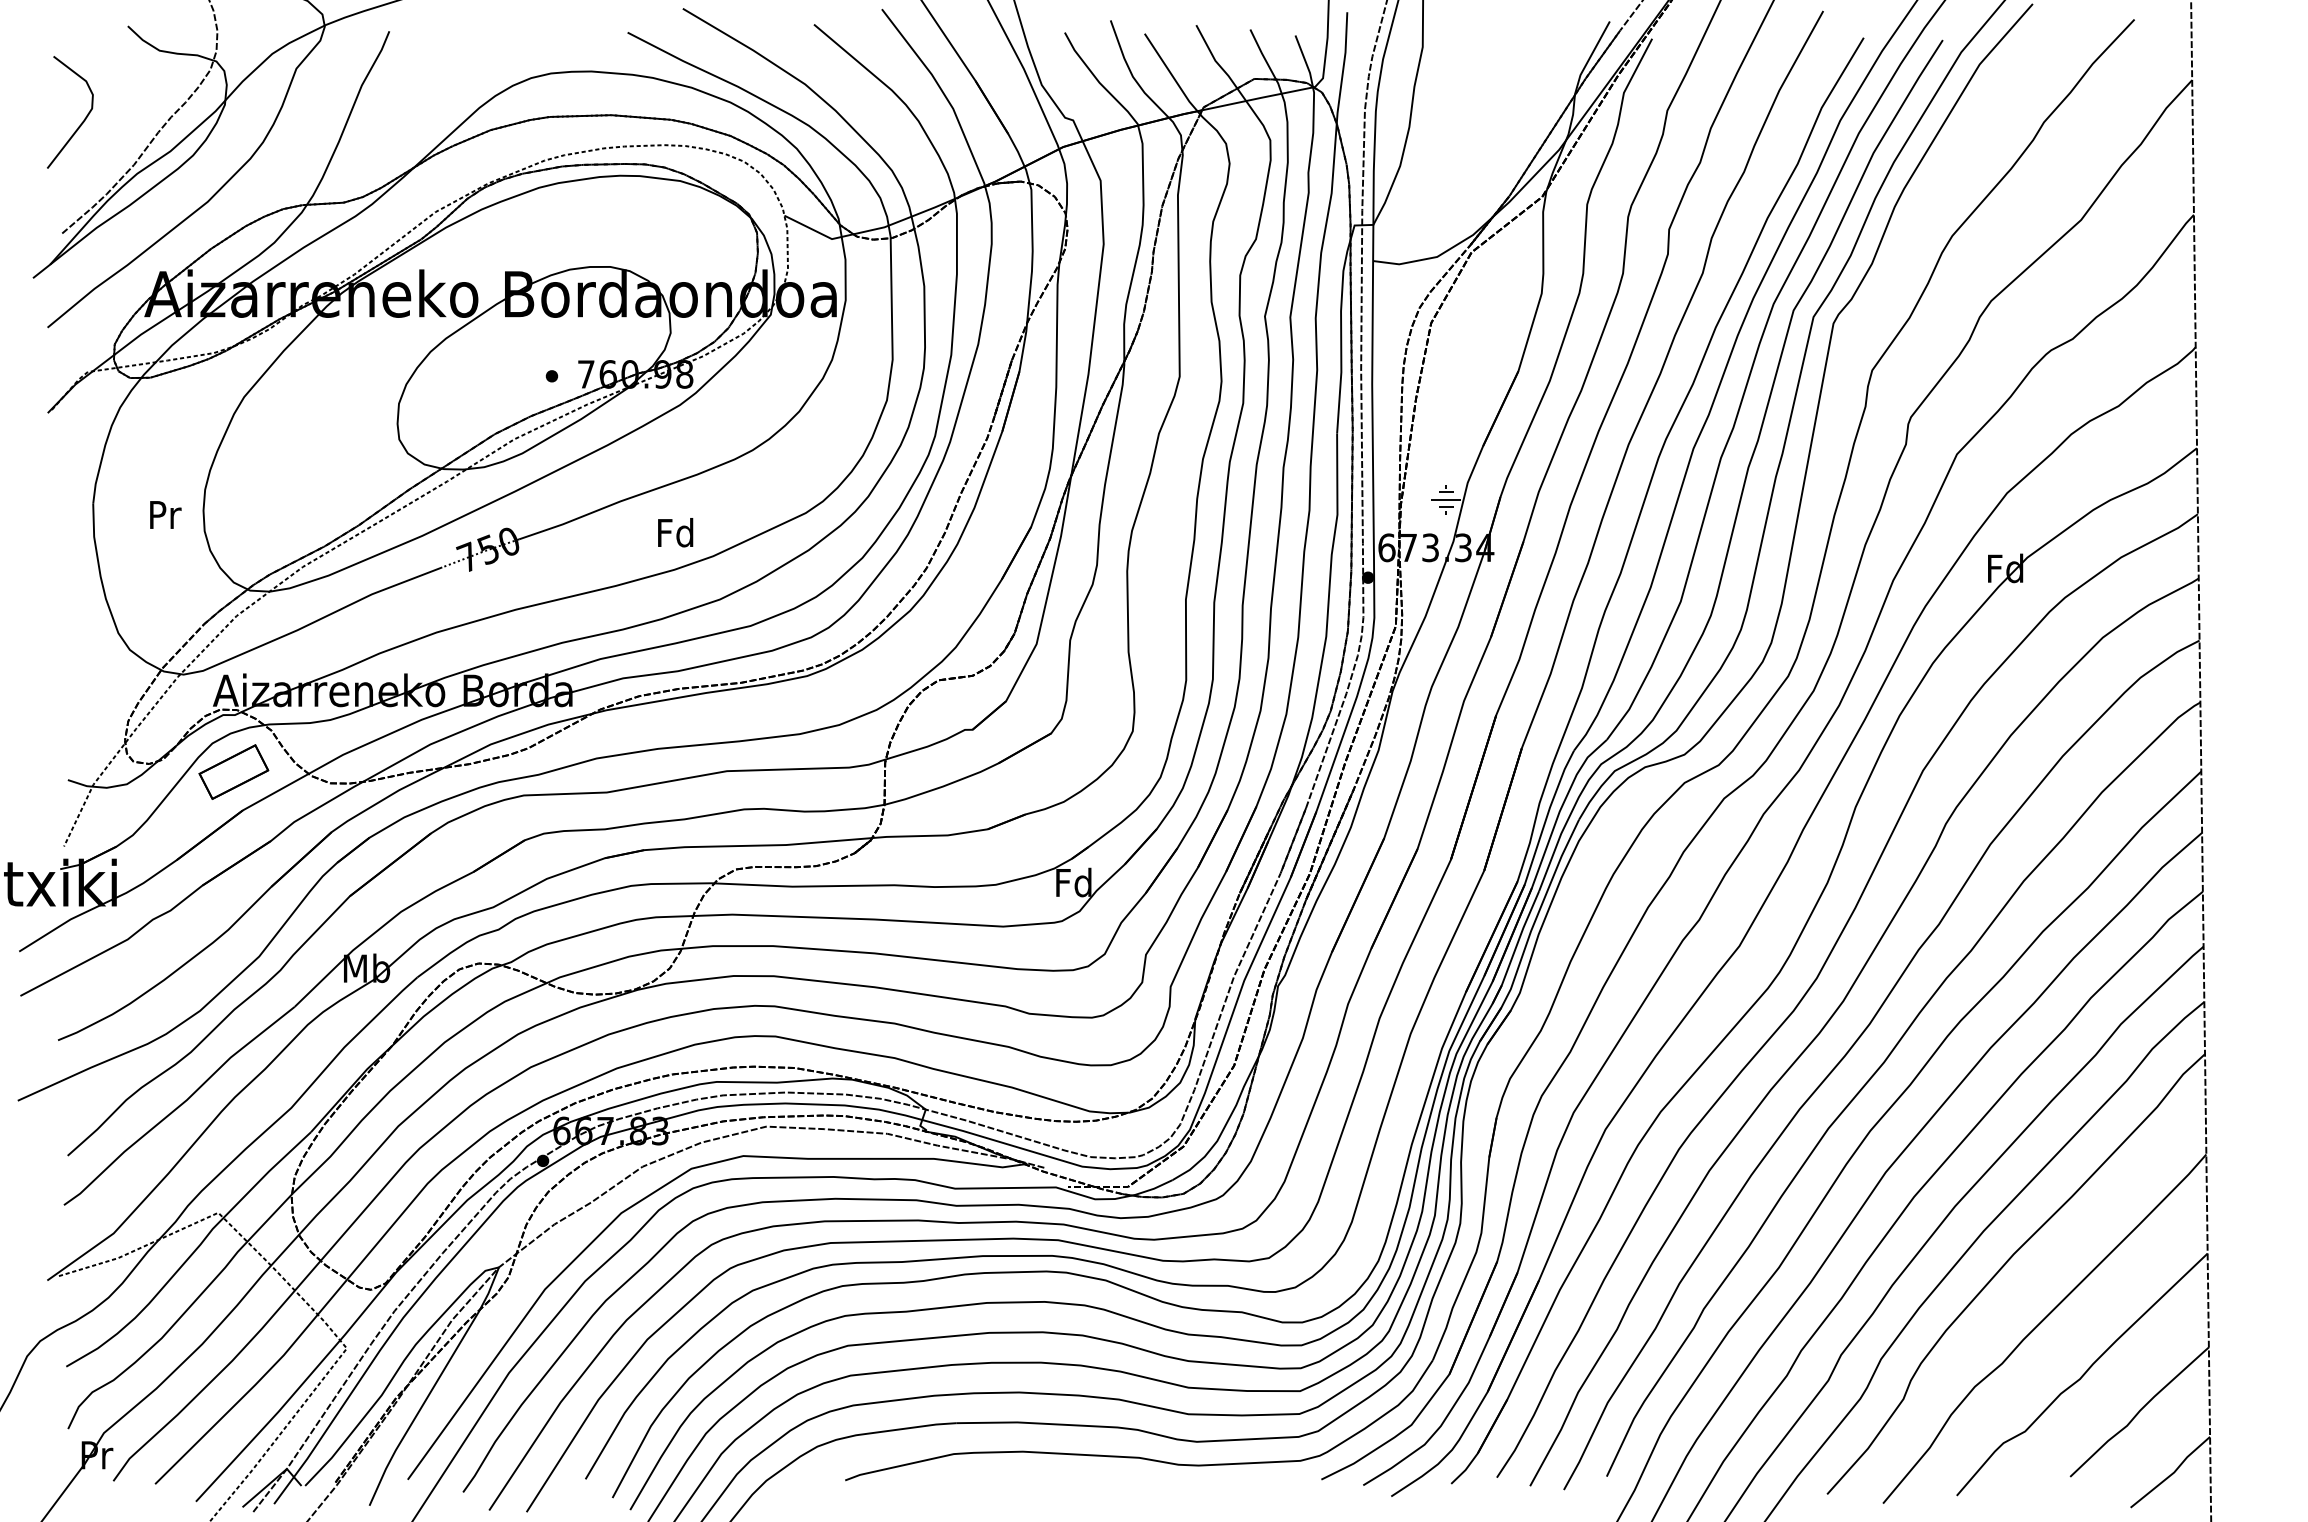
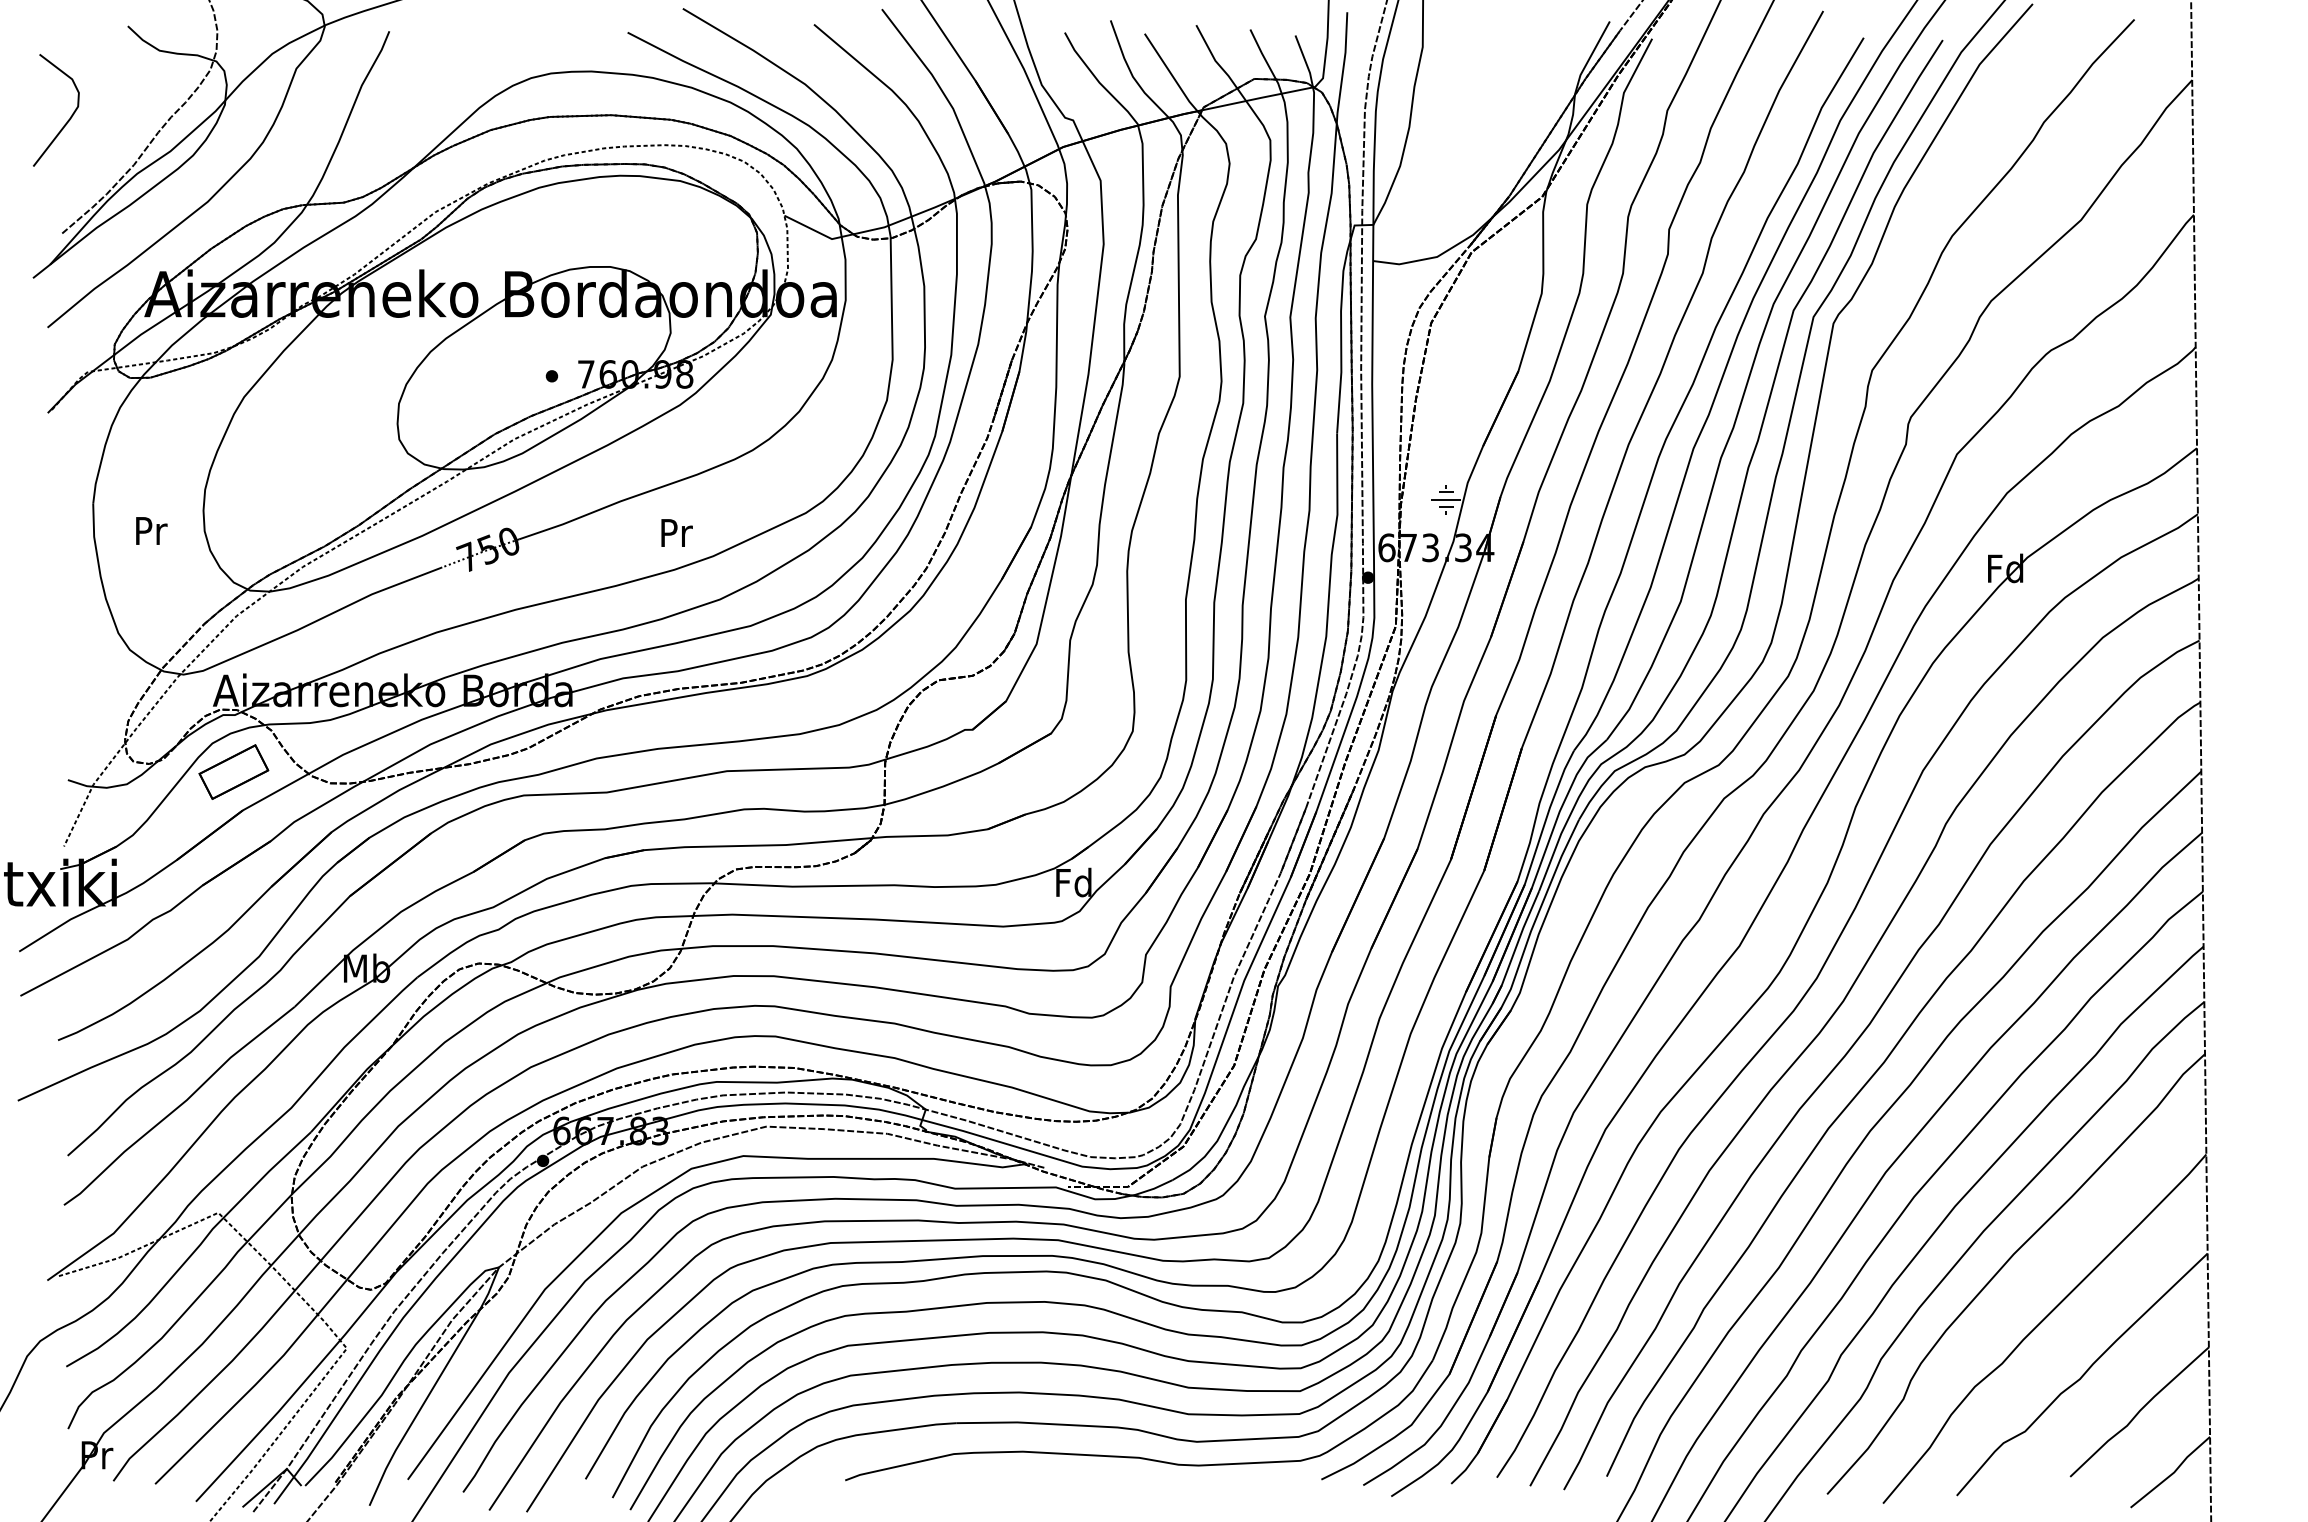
curve at (81, 122) position: (81, 122) -> (67, 120)
text at (165, 514) position: (165, 514) -> (151, 530)
text at (675, 532): Fd -> Pr
